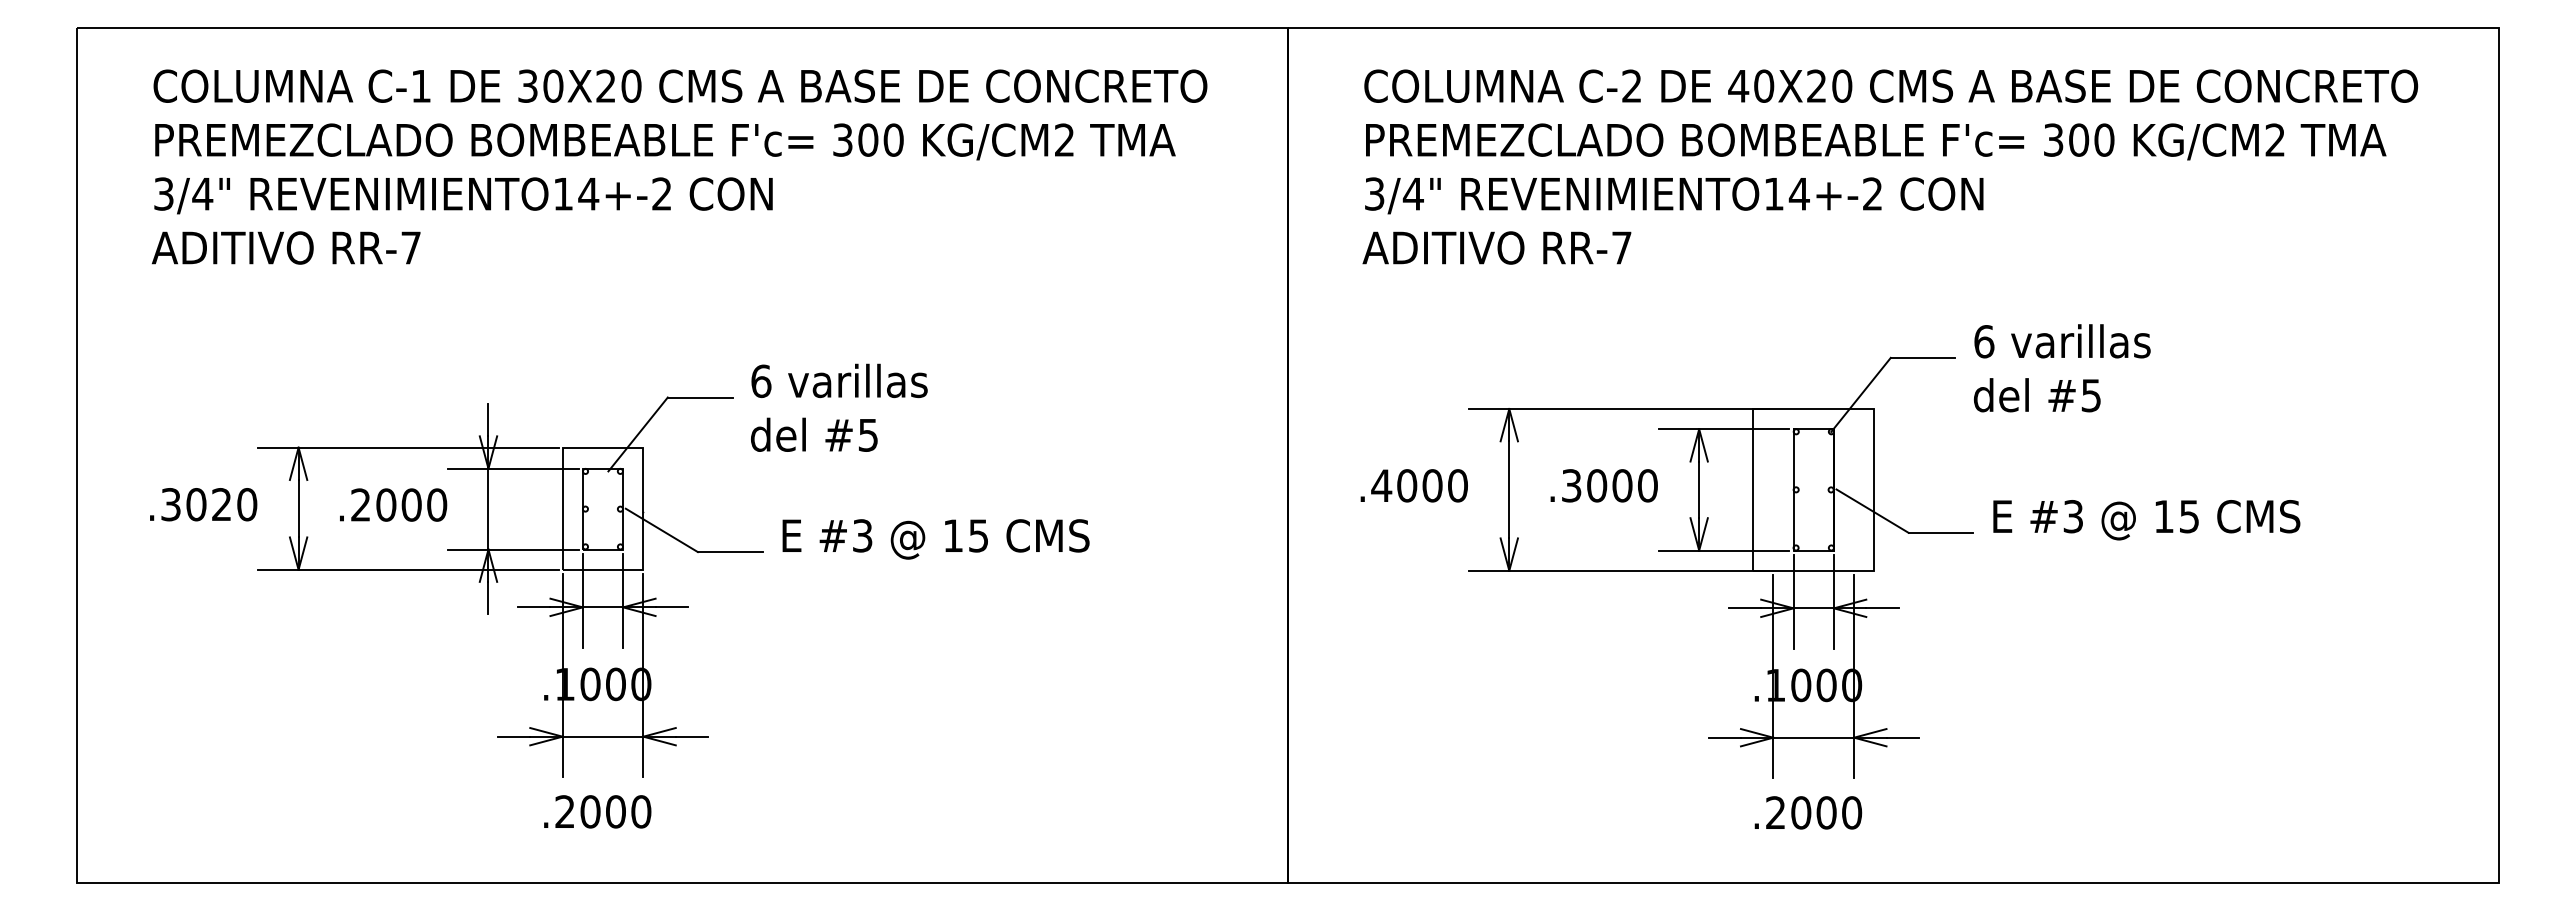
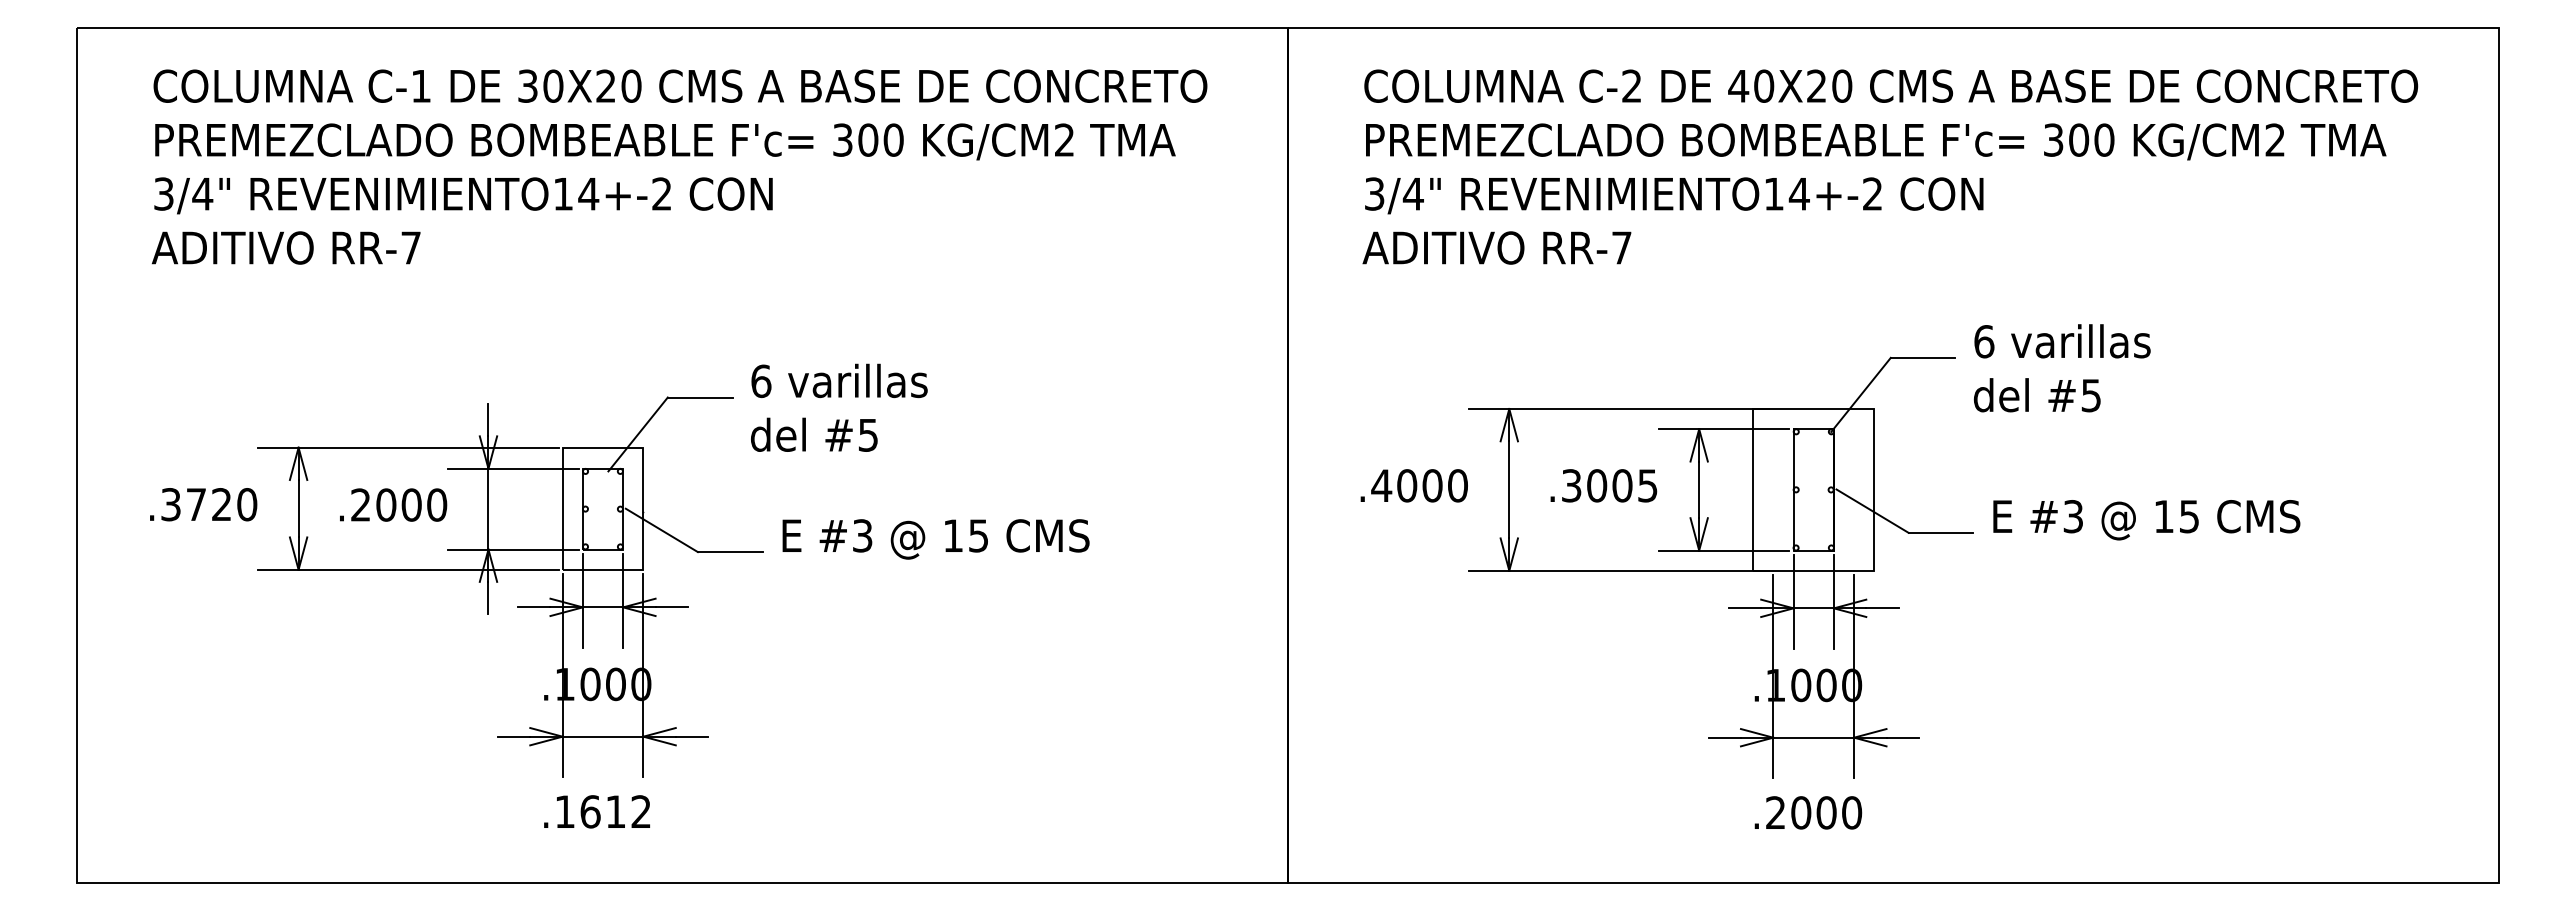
text at (1647, 485): .3000 -> .3005
text at (196, 504): .3020 -> .3720
text at (603, 811): .2000 -> .1612
